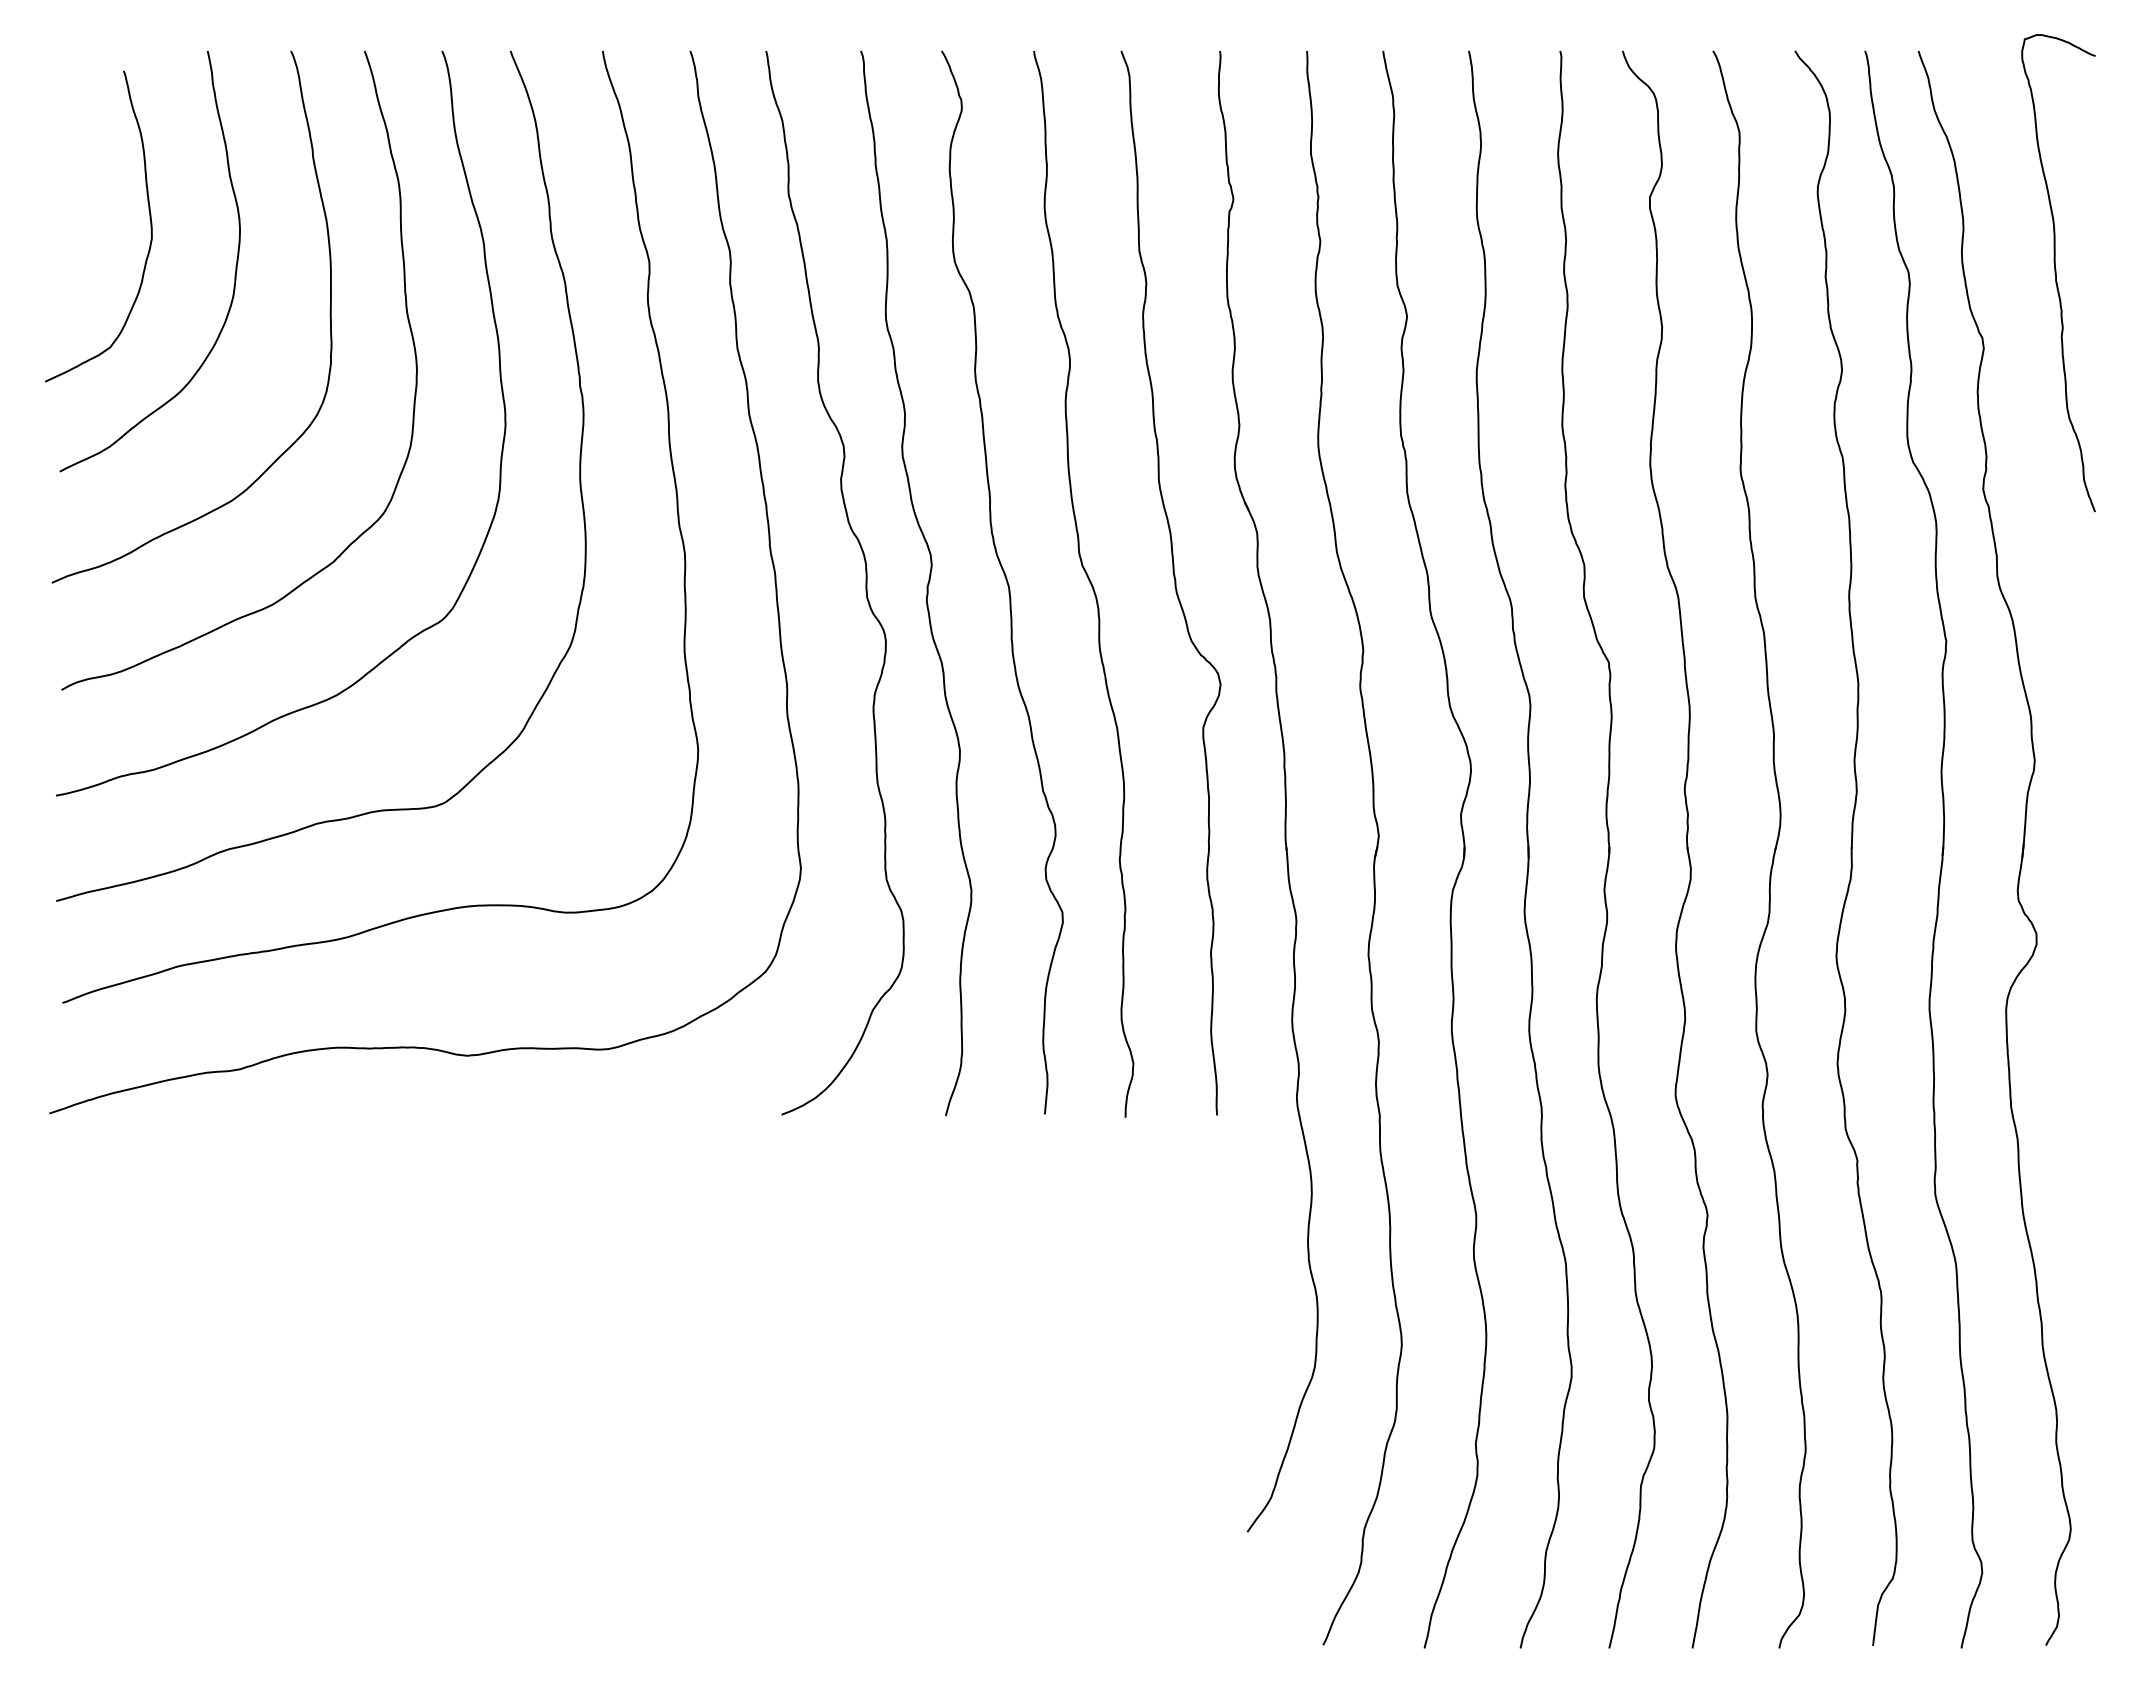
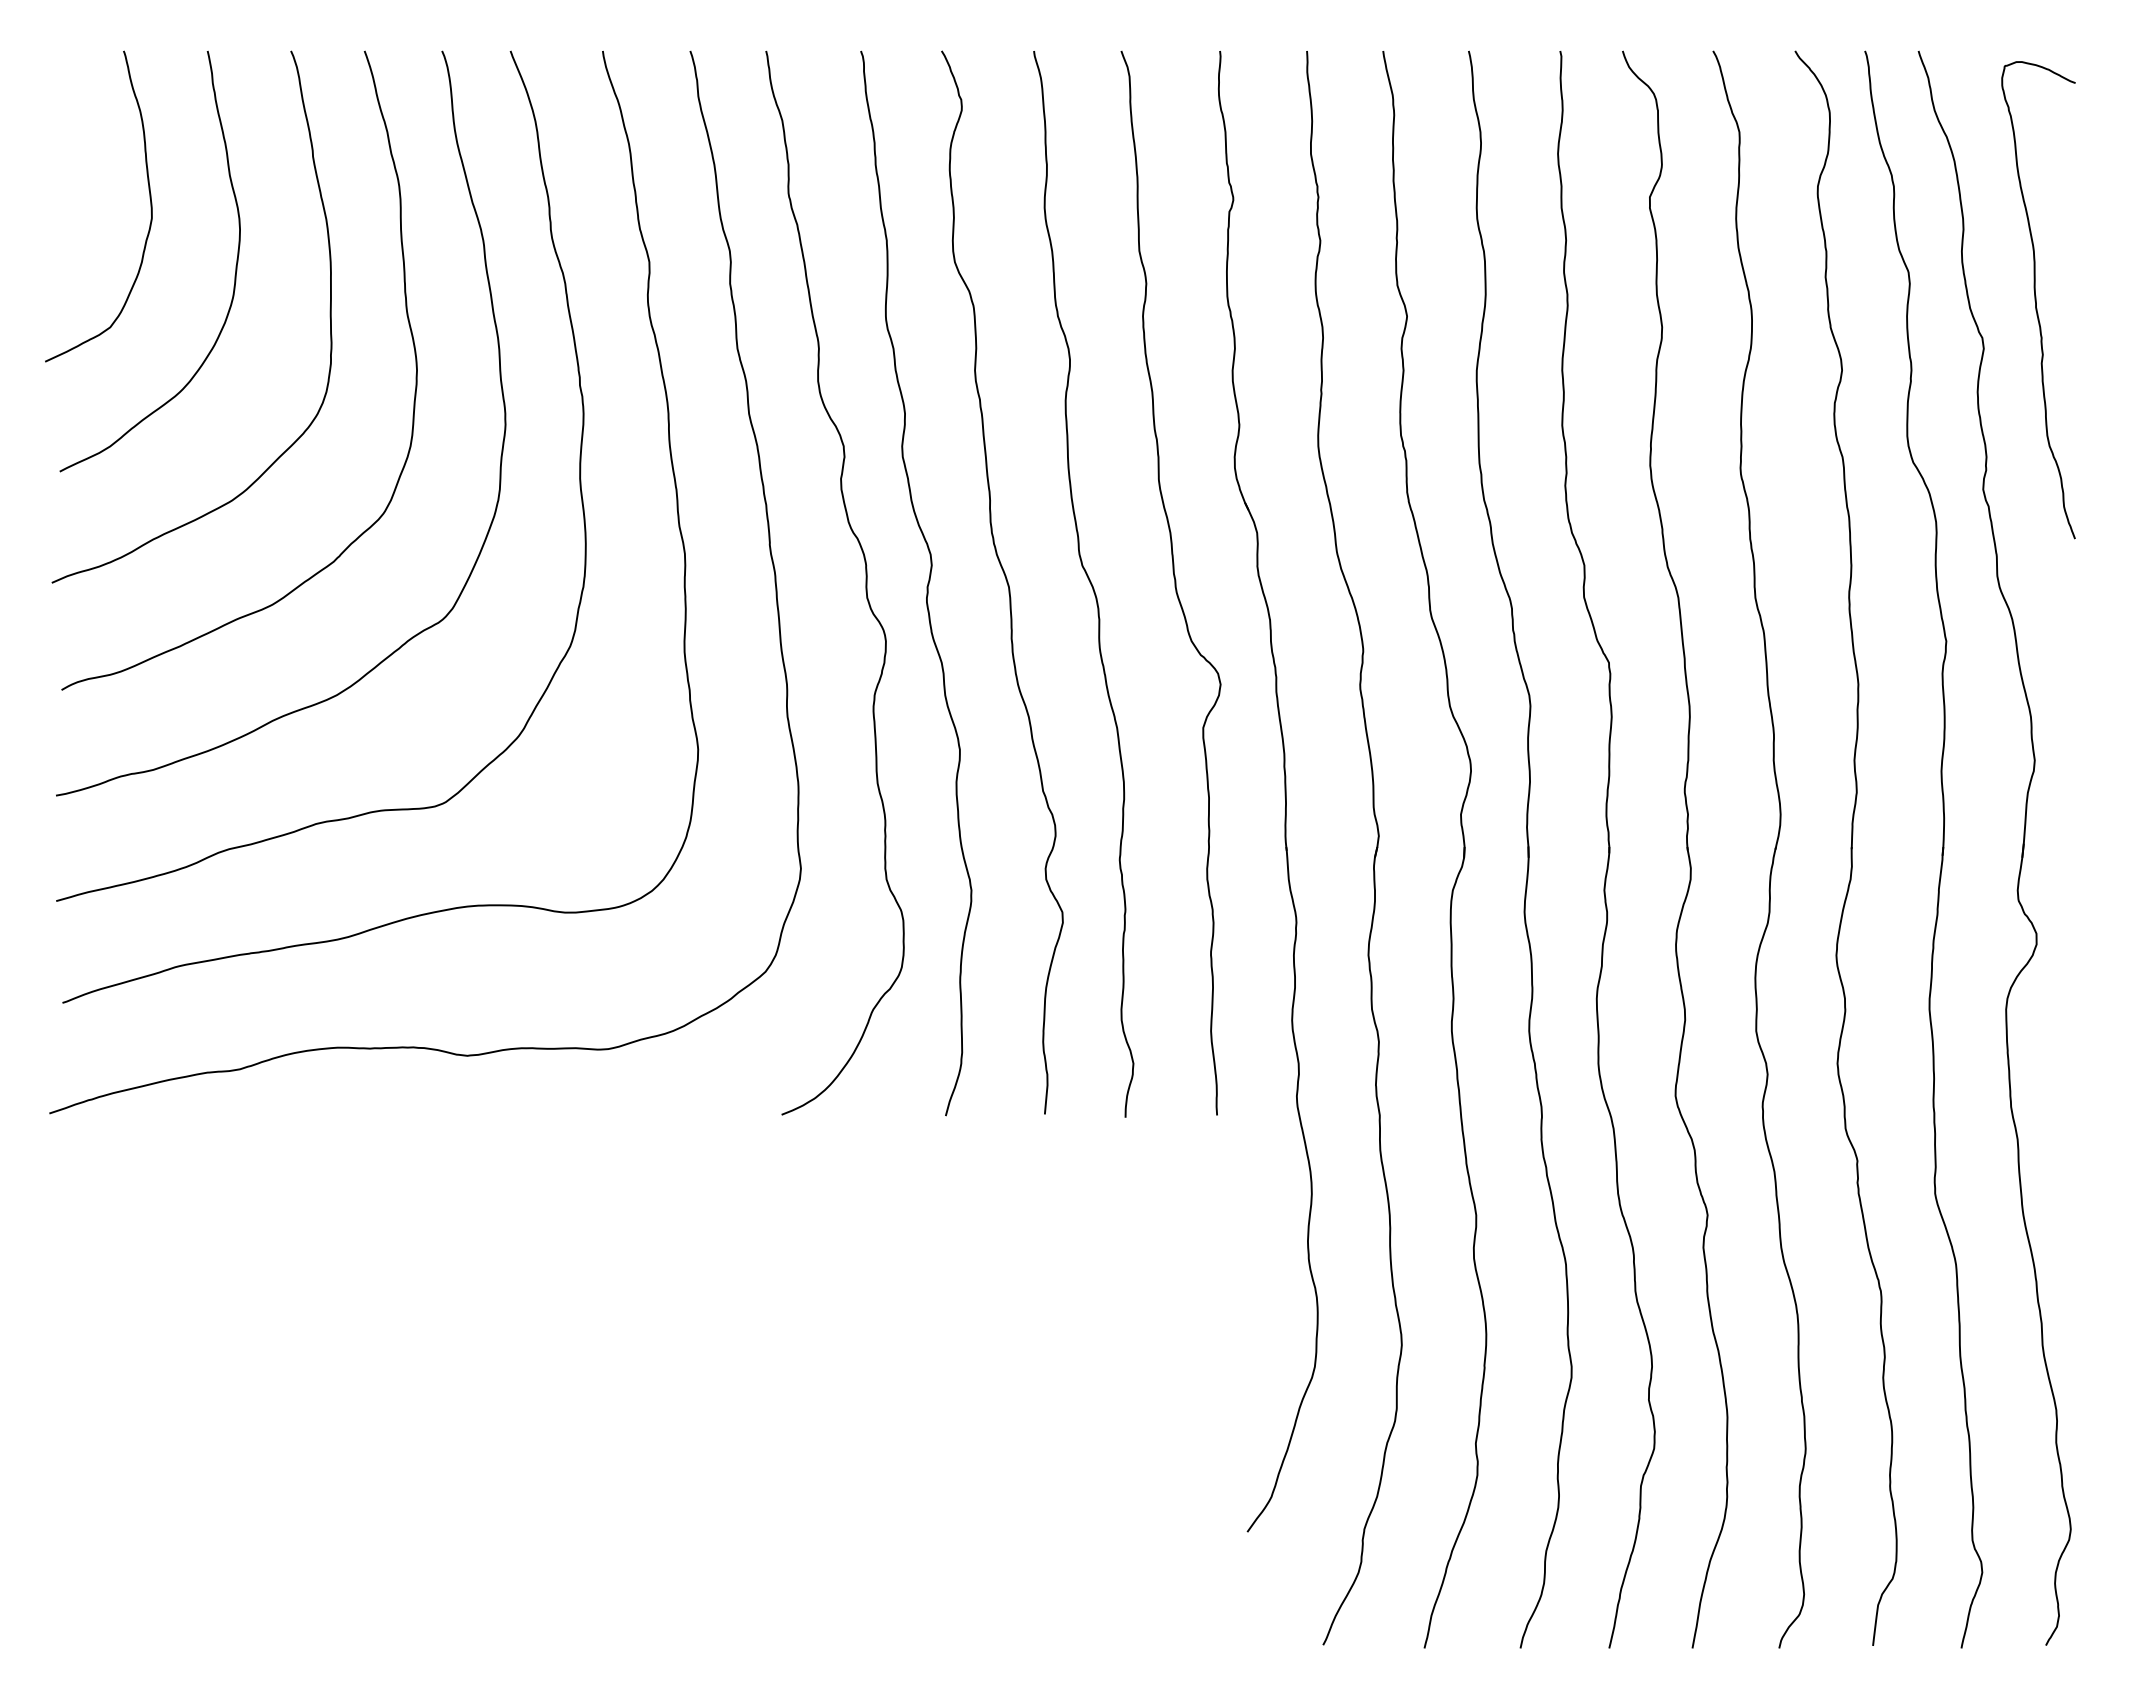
curve at (149, 218) position: (149, 218) -> (149, 198)
curve at (2056, 273) position: (2056, 273) -> (2036, 300)
